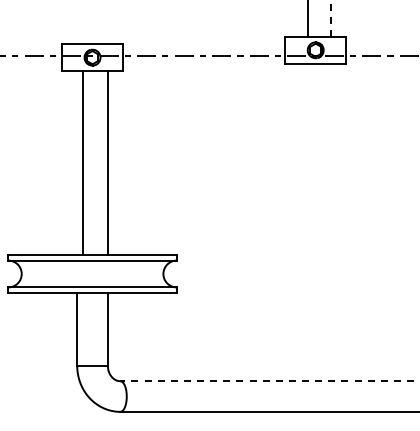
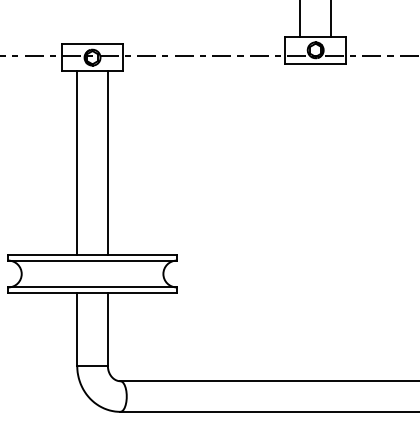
line at (331, 18): dashed -> solid
line at (308, 19) position: (308, 19) -> (300, 19)
line at (83, 162) position: (83, 162) -> (77, 162)
line at (269, 381): dashed -> solid
